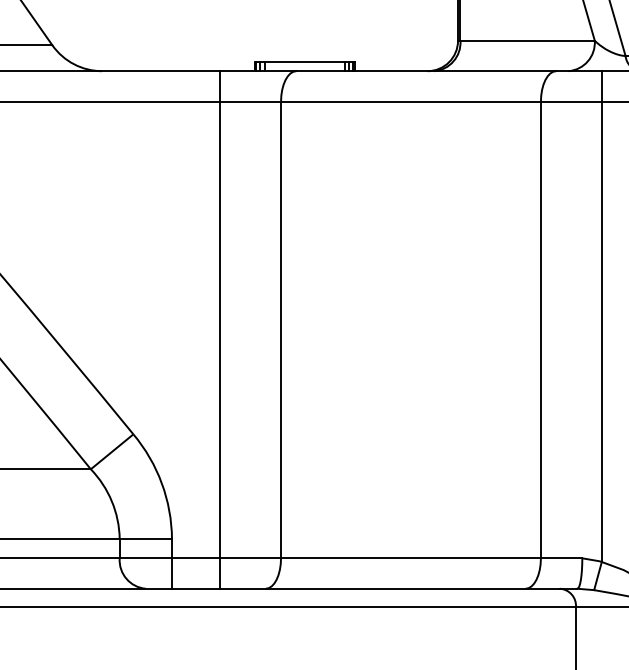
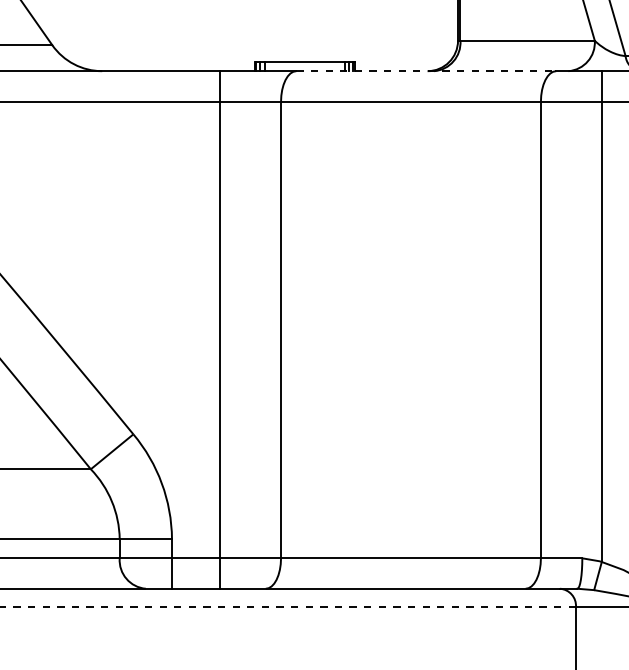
line at (426, 71): solid -> dashed
line at (288, 607): solid -> dashed
